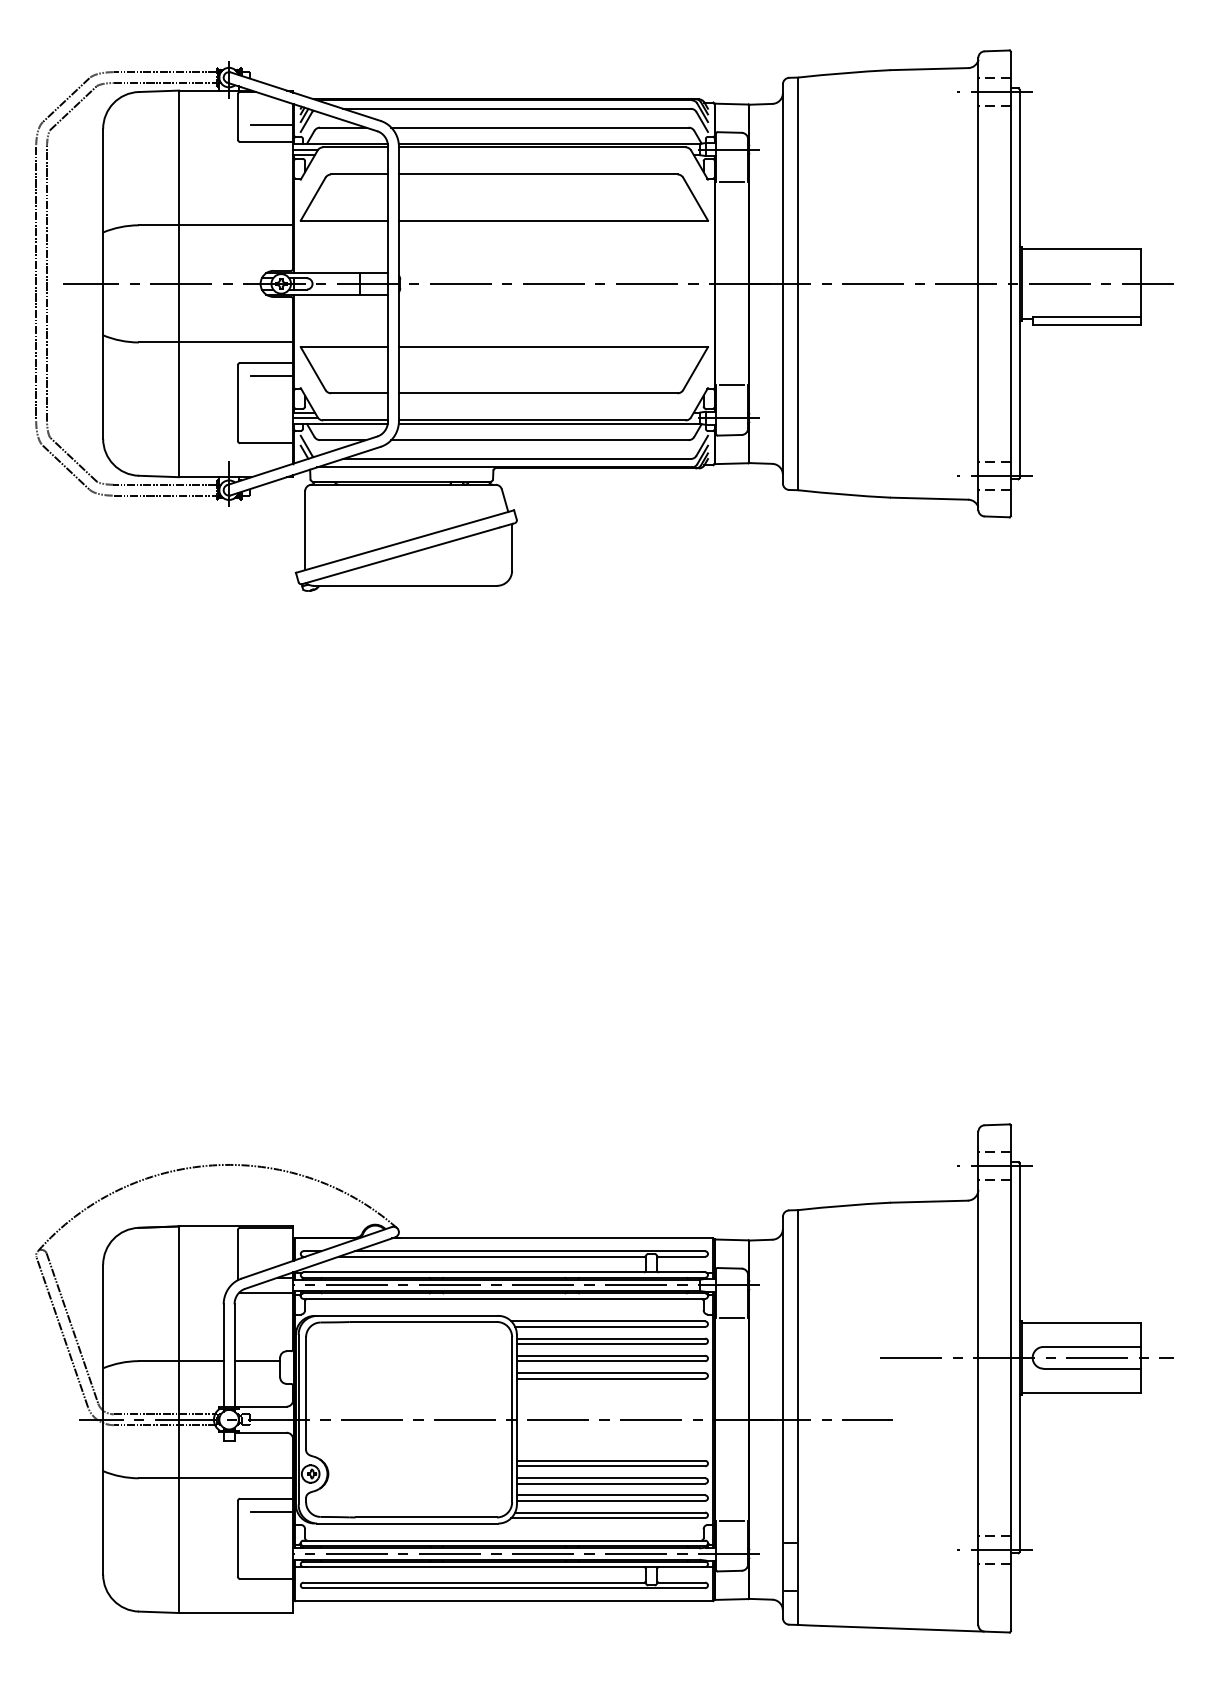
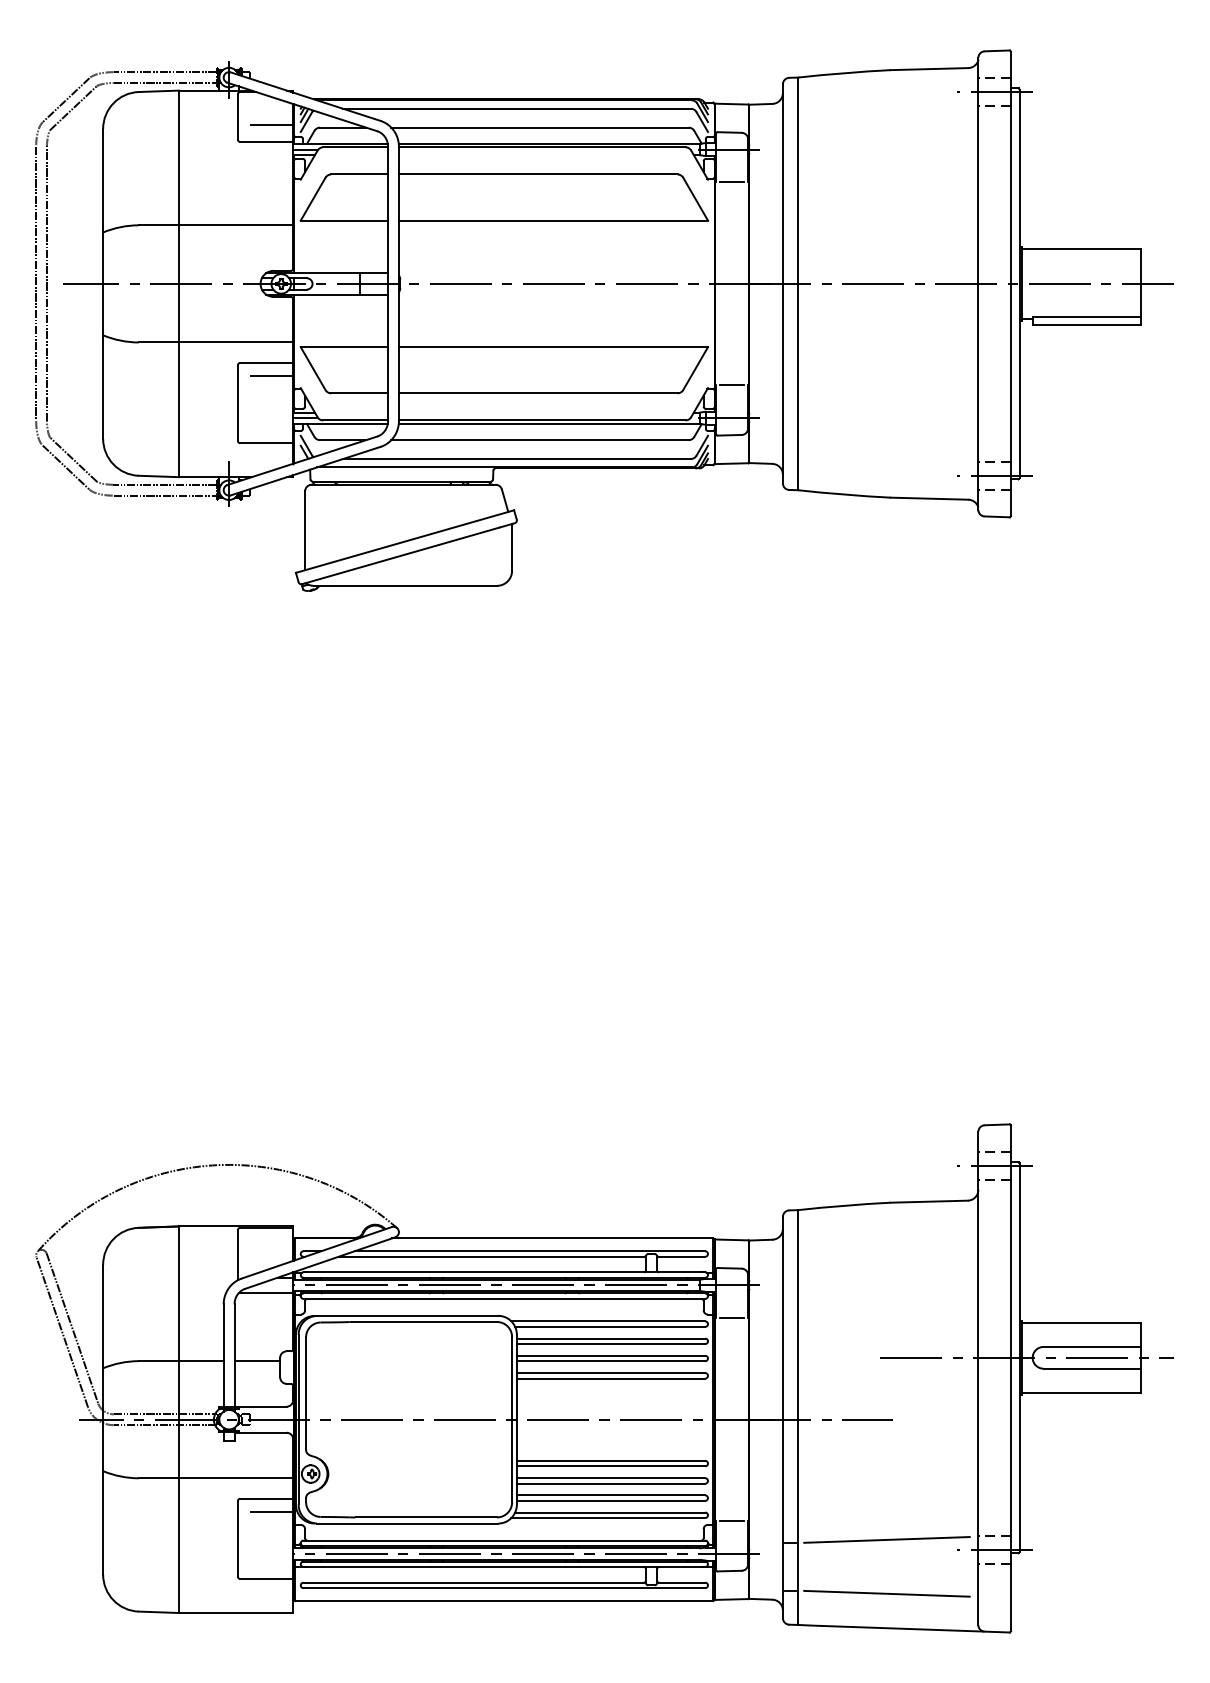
line at (886, 1539): none -> present
line at (886, 1593): none -> present
